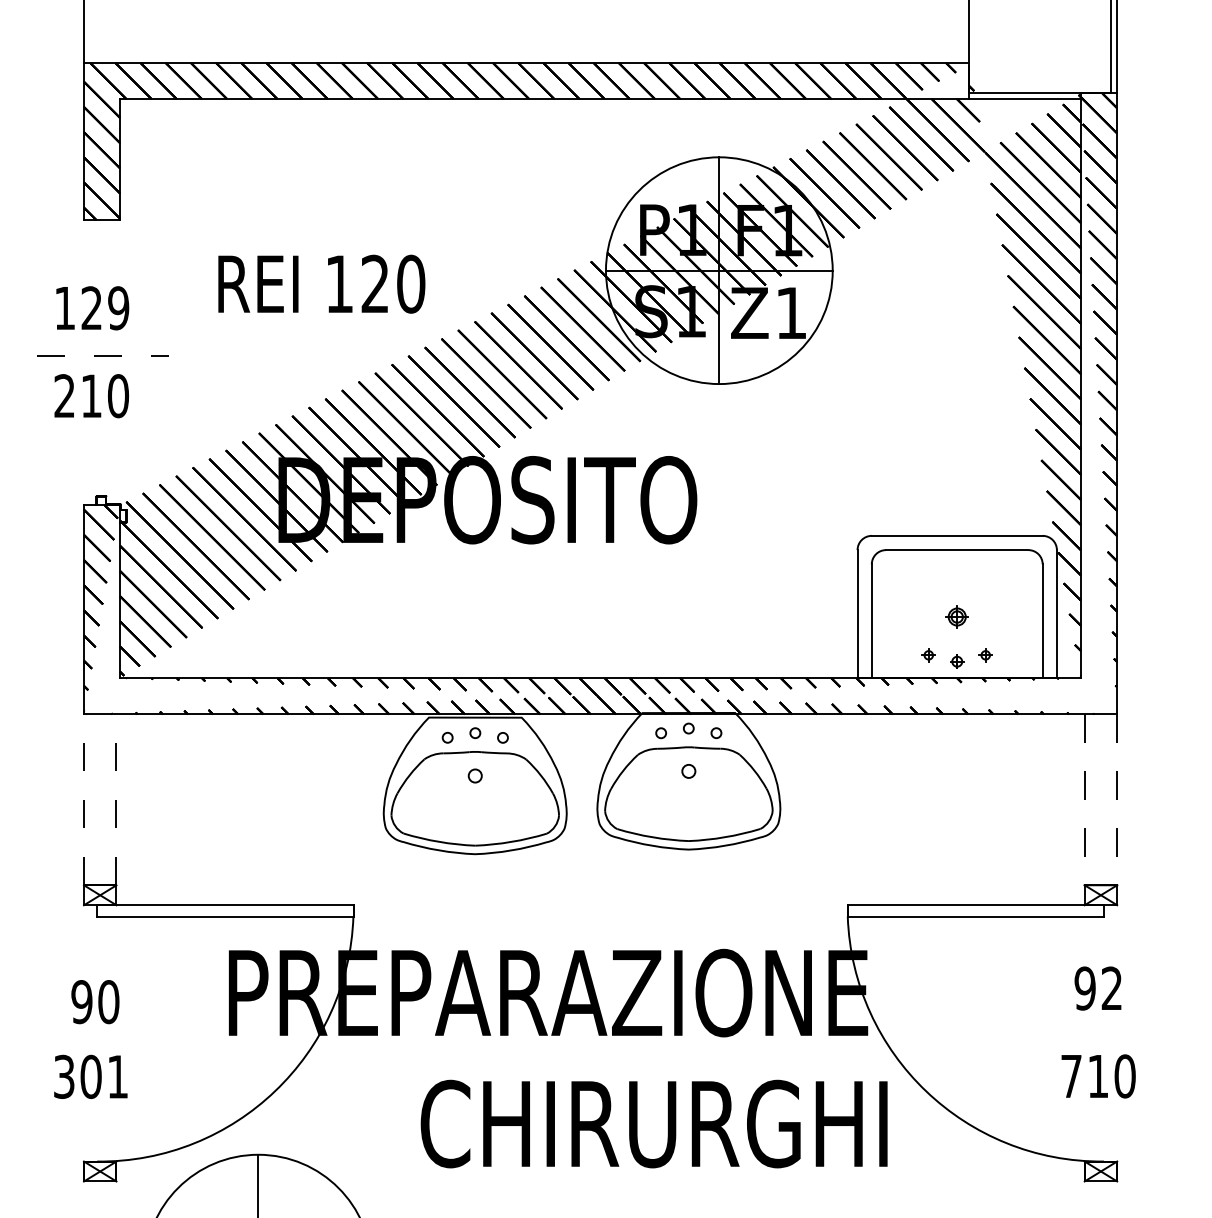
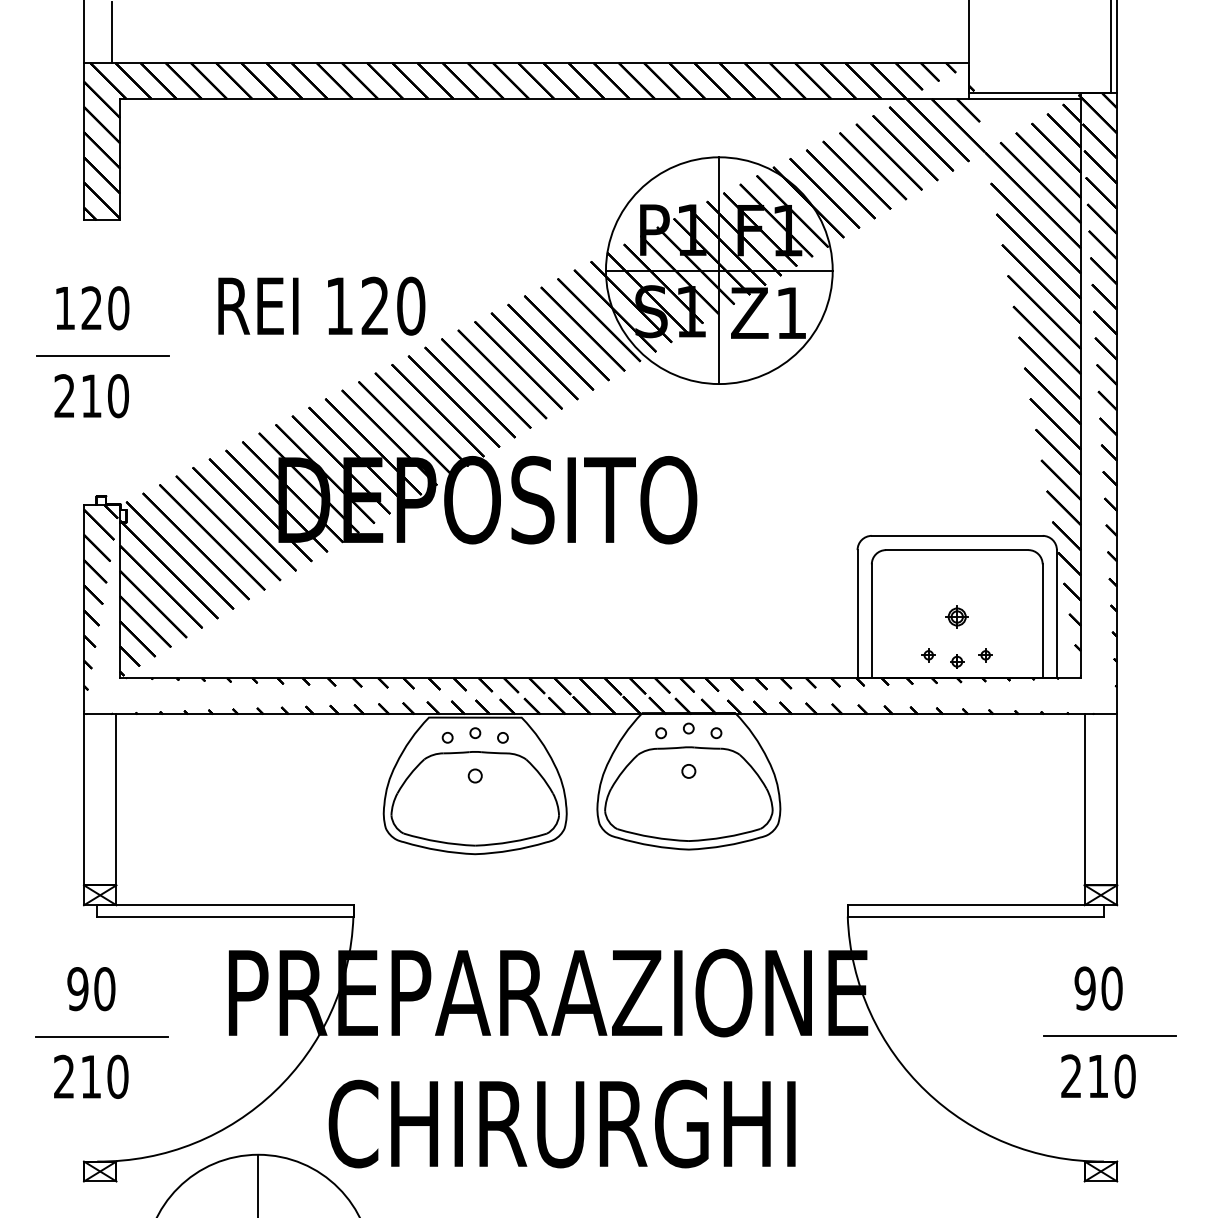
line at (112, 32): none -> present
text at (321, 283) position: (321, 283) -> (321, 305)
text at (118, 308): 129 -> 120
line at (102, 356): dashed -> solid
line at (84, 799): dashed -> solid
line at (116, 799): dashed -> solid
line at (1084, 800): dashed -> solid
line at (1117, 800): dashed -> solid
text at (1111, 988): 92 -> 90
text at (95, 1002) position: (95, 1002) -> (91, 989)
line at (102, 1036): none -> present
line at (1109, 1036): none -> present
text at (1071, 1075): 710 -> 210
text at (91, 1076): 301 -> 210
text at (653, 1123) position: (653, 1123) -> (561, 1123)
